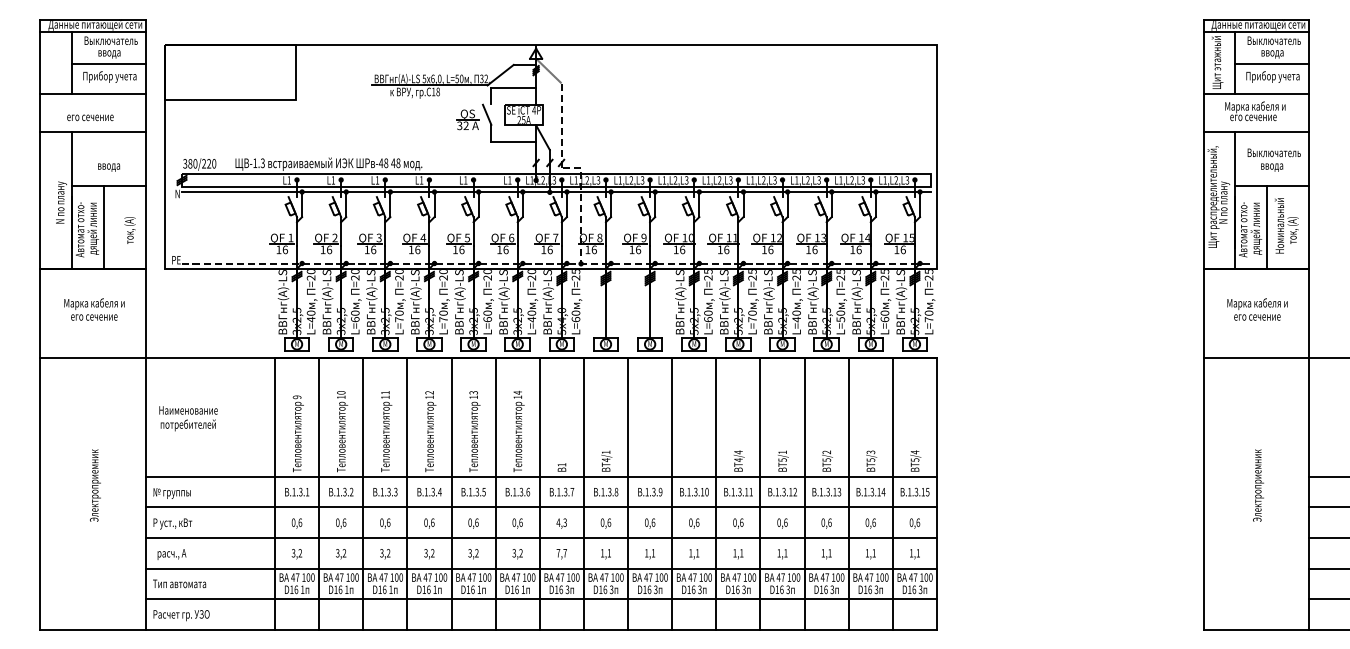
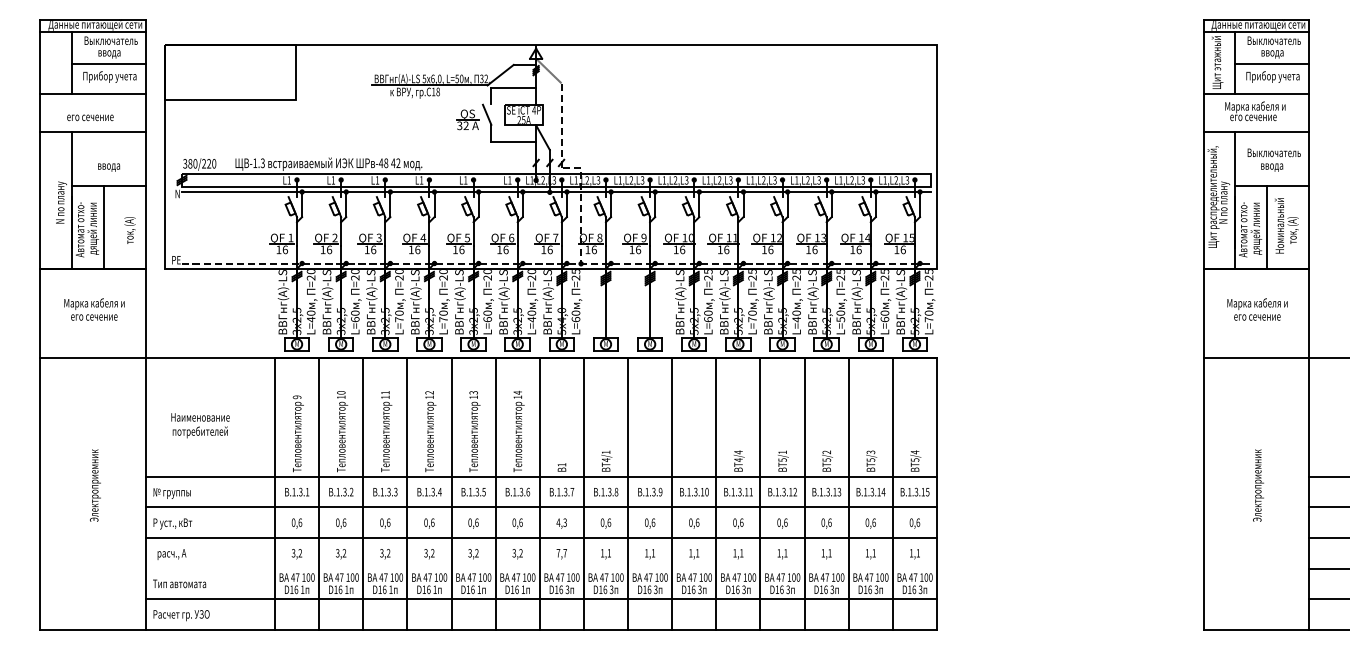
text at (398, 163): 48 -> 42
text at (188, 418) position: (188, 418) -> (200, 425)
line at (541, 568): present -> none
